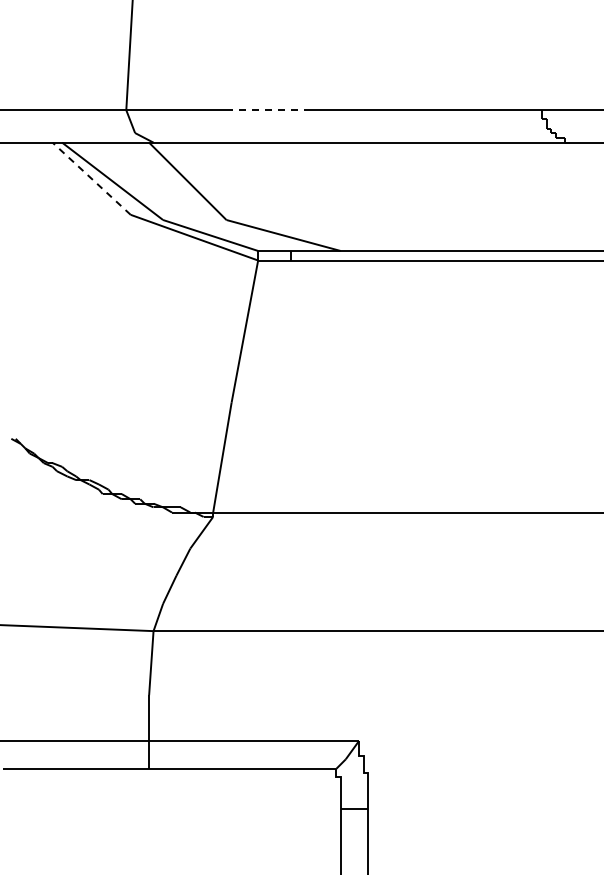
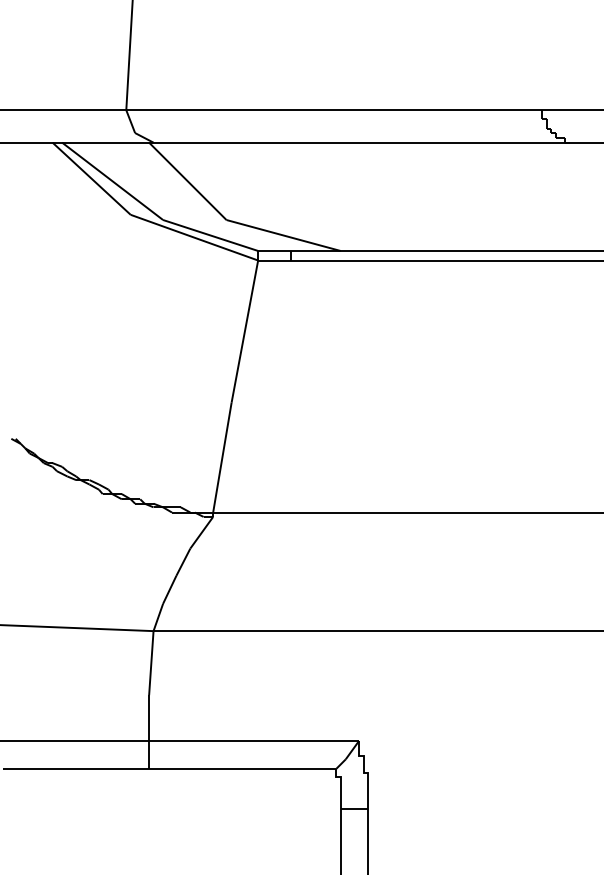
line at (268, 110): dashed -> solid
line at (91, 178): dashed -> solid
